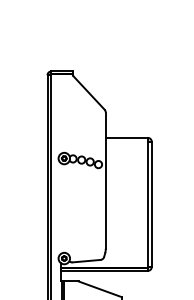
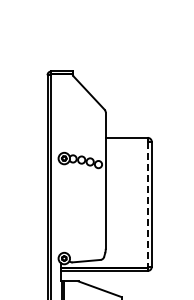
line at (147, 204): solid -> dashed
